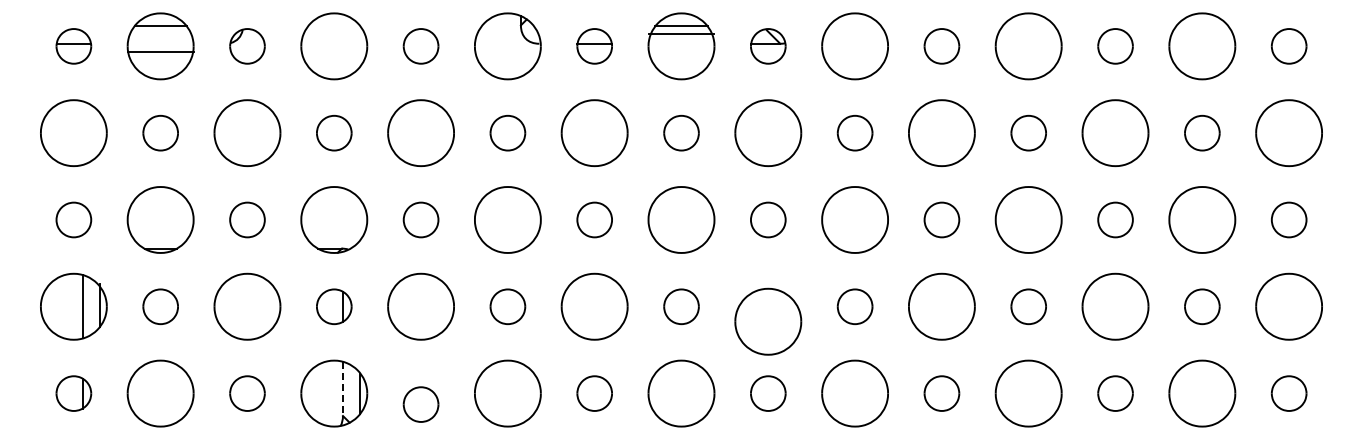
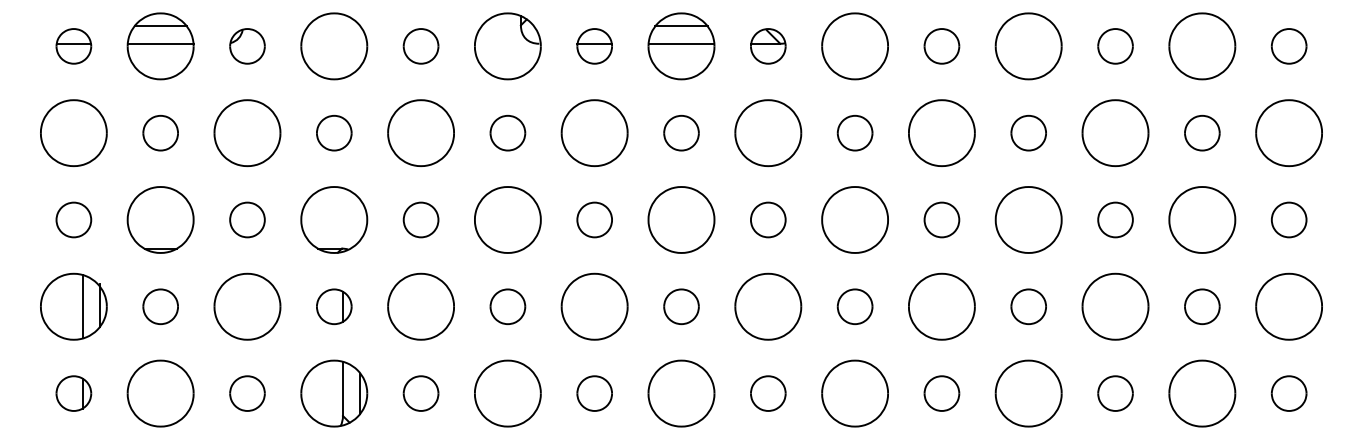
line at (681, 33) position: (681, 33) -> (681, 43)
line at (160, 51) position: (160, 51) -> (160, 43)
part at (768, 321) position: (768, 321) -> (768, 306)
line at (342, 389): dashed -> solid
part at (420, 404) position: (420, 404) -> (420, 393)
